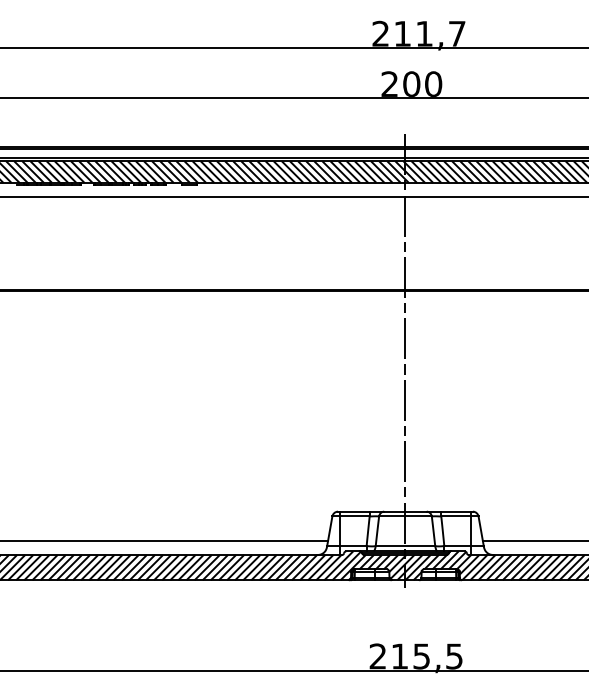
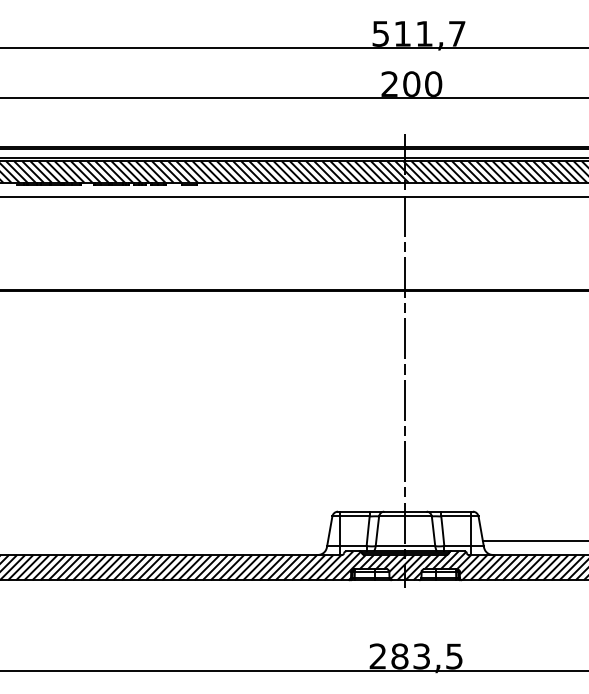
text at (380, 33): 211,7 -> 511,7
line at (165, 540): present -> none
text at (410, 656): 215,5 -> 283,5
